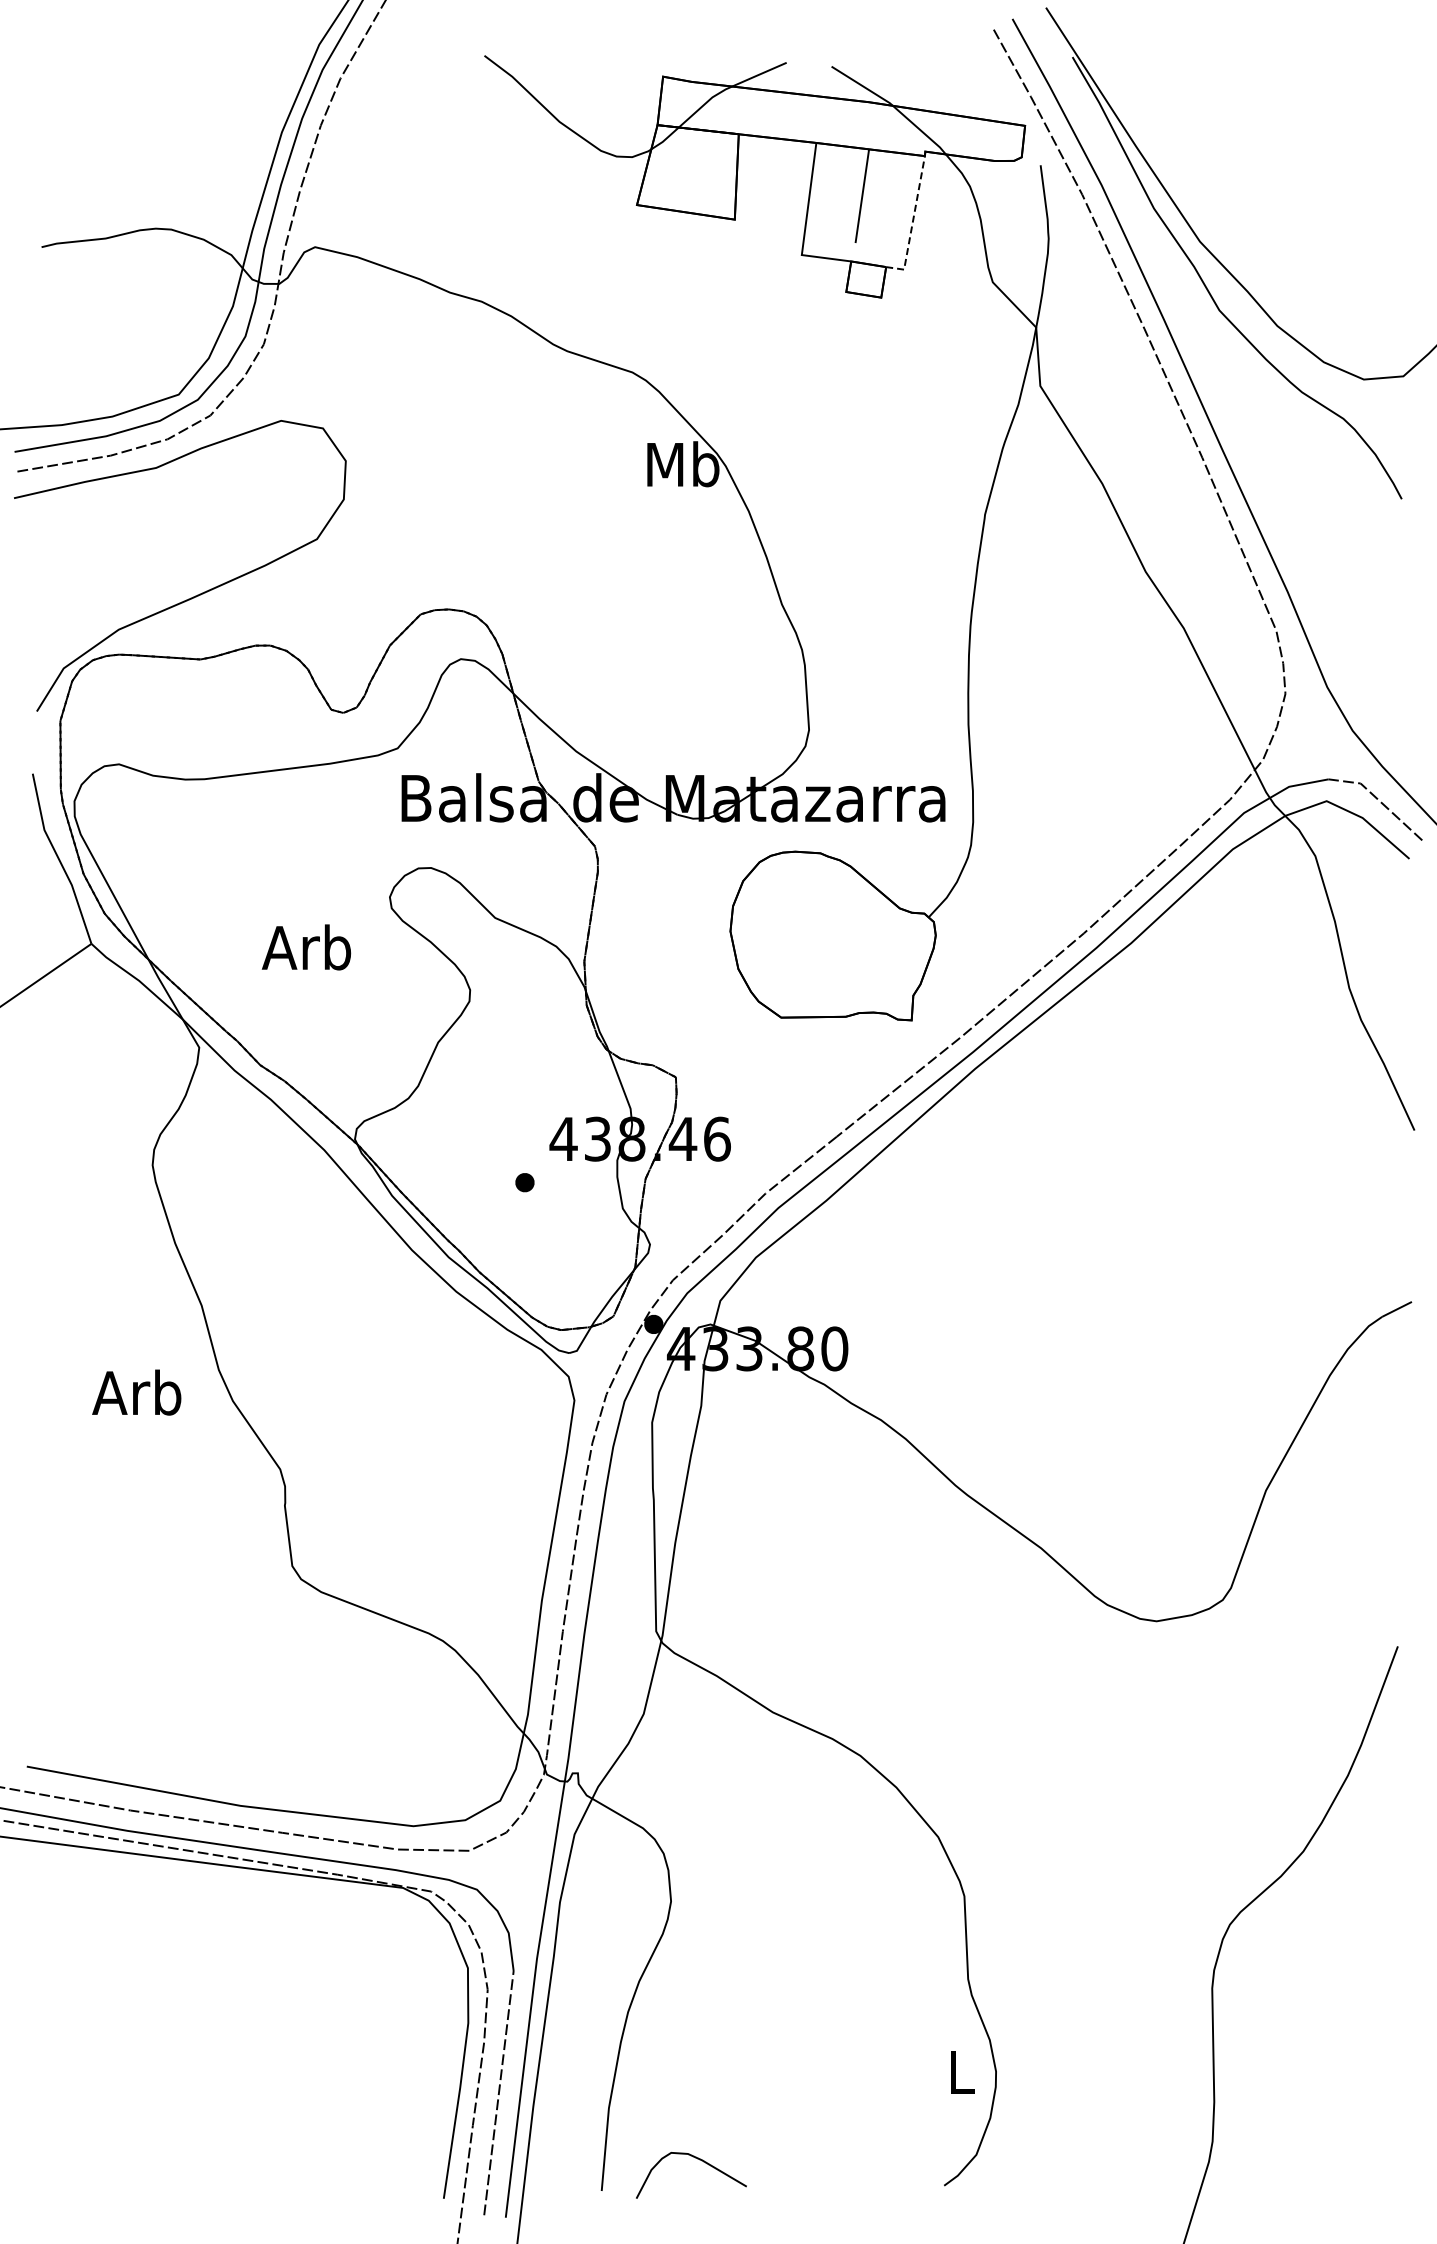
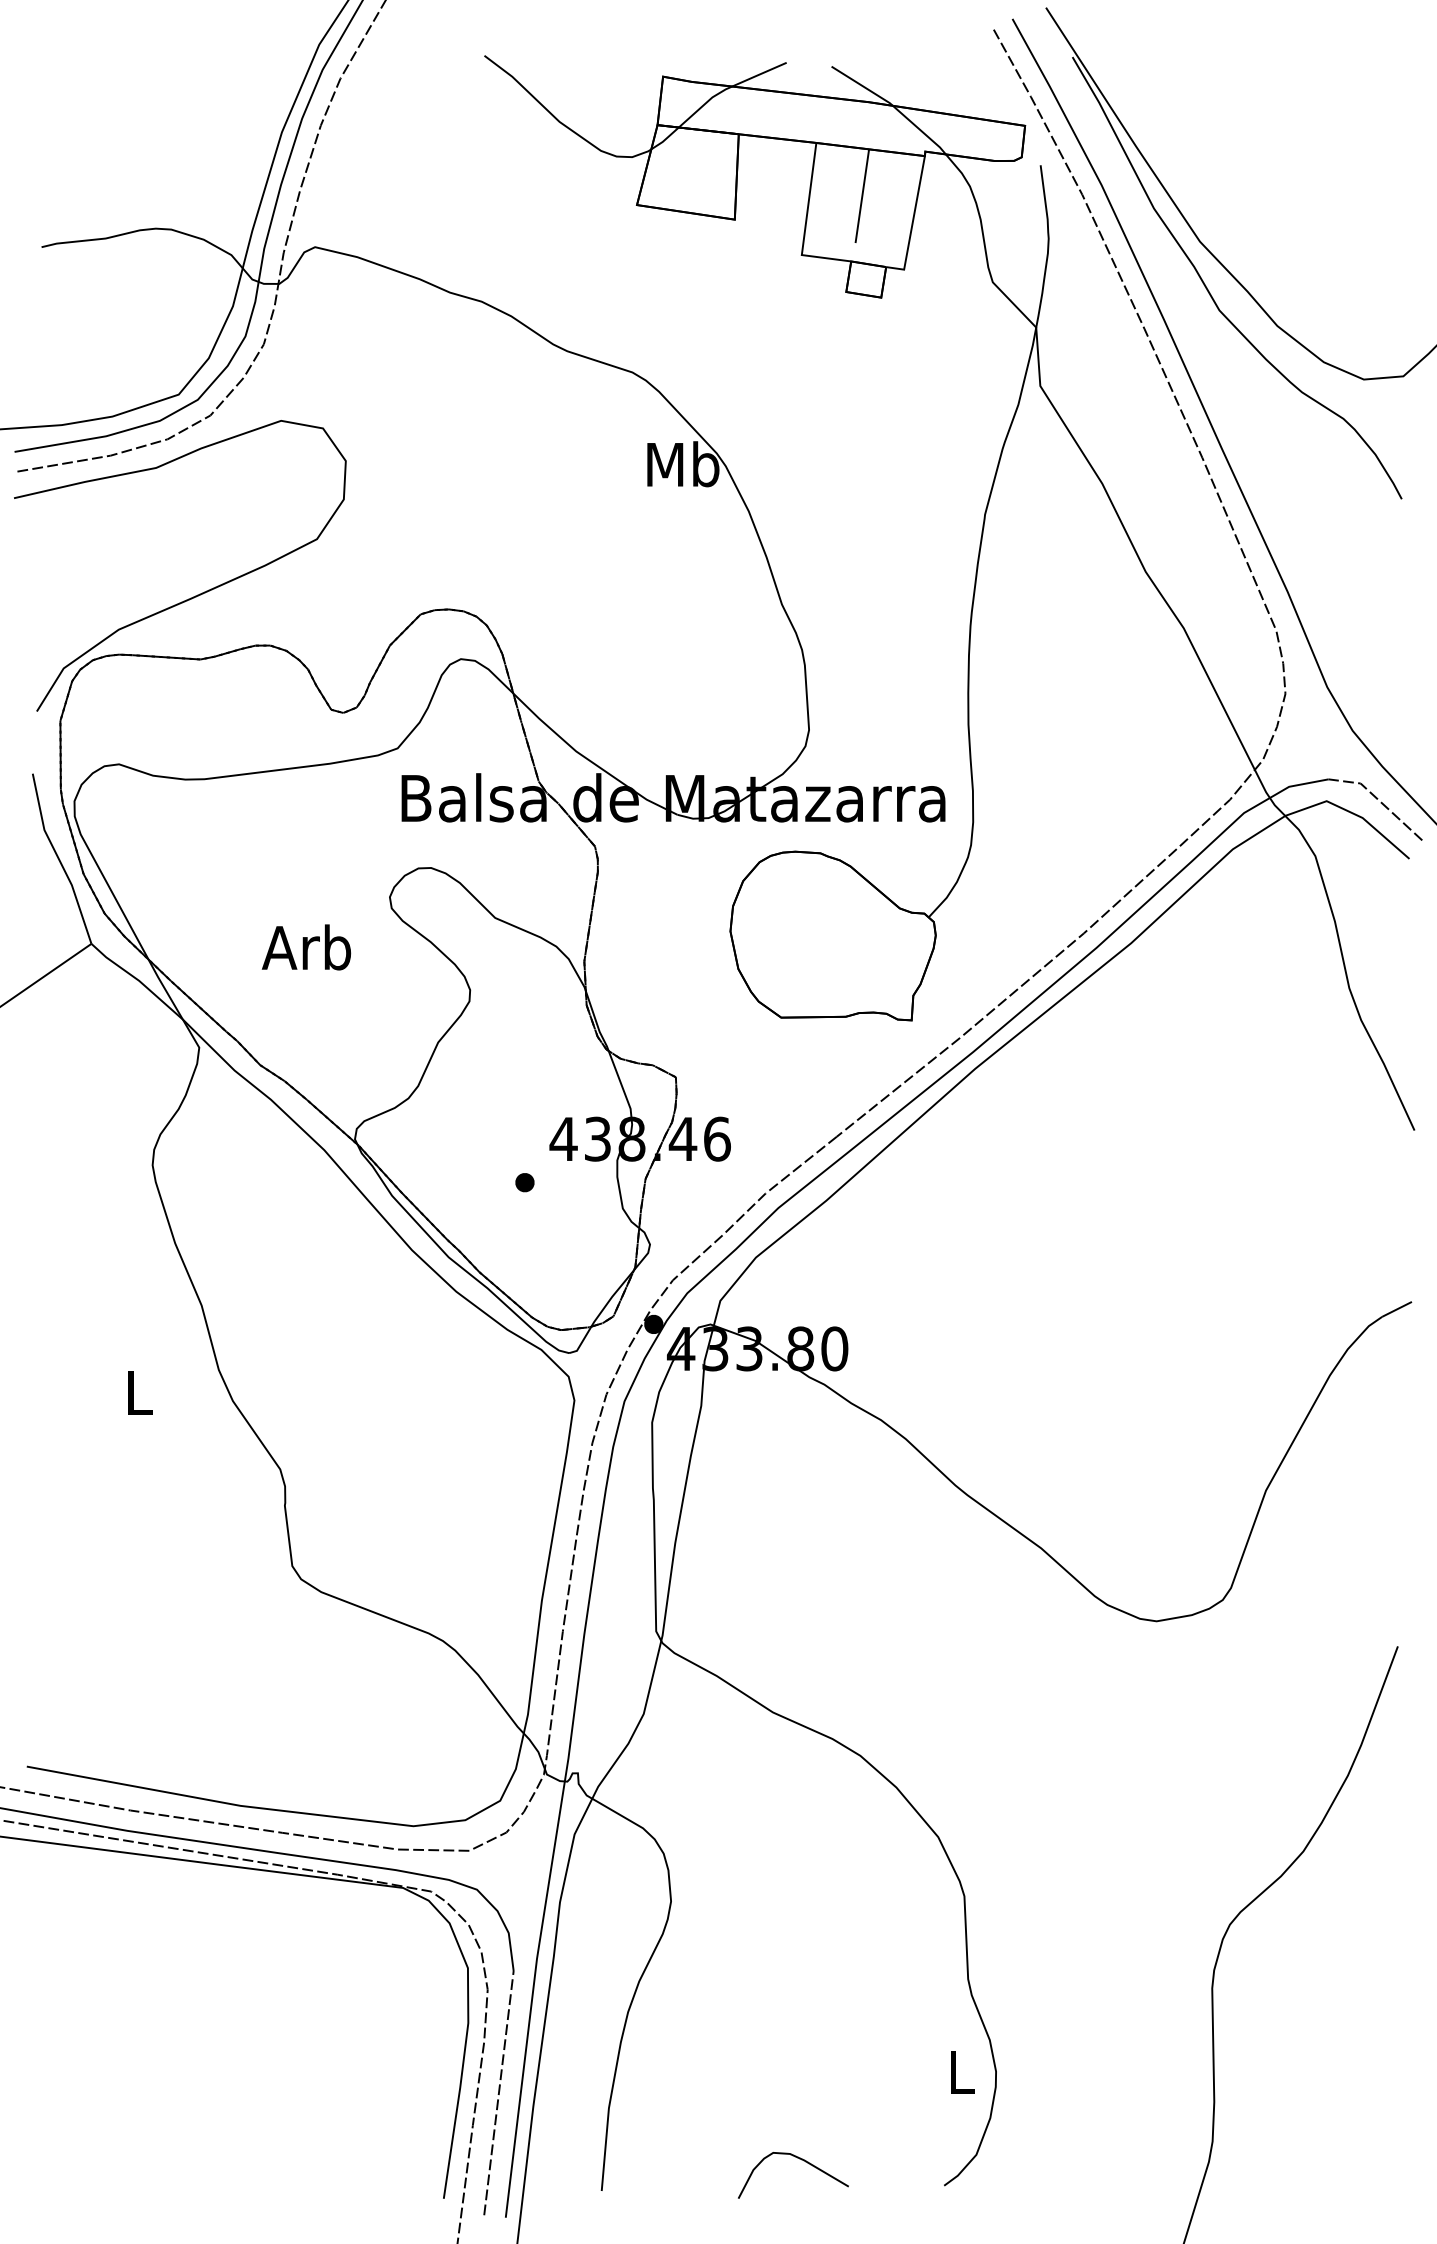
line at (912, 222): dashed -> solid
text at (136, 1392): Arb -> L
curve at (699, 2160) position: (699, 2160) -> (801, 2160)
